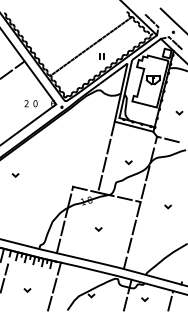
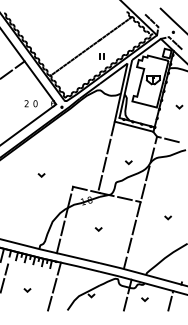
line at (178, 112) position: (178, 112) -> (178, 106)
line at (15, 175) position: (15, 175) -> (41, 175)
line at (167, 206) position: (167, 206) -> (167, 217)
